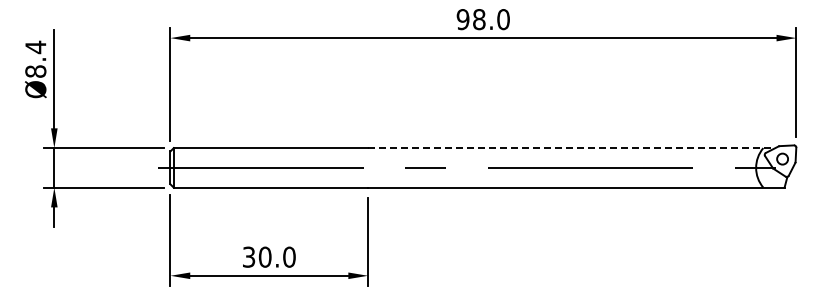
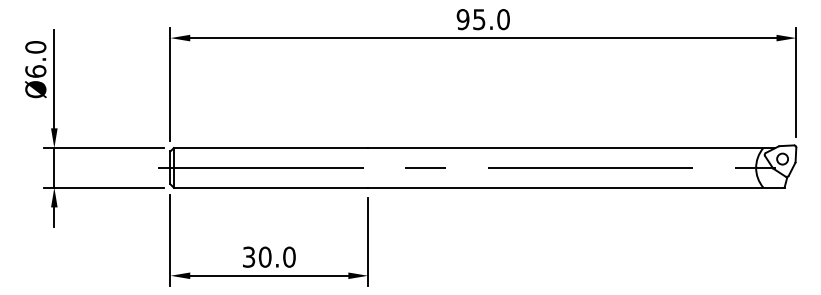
text at (479, 19): 98.0 -> 95.0
text at (35, 58): Ø8.4 -> Ø6.0
line at (571, 148): dashed -> solid
